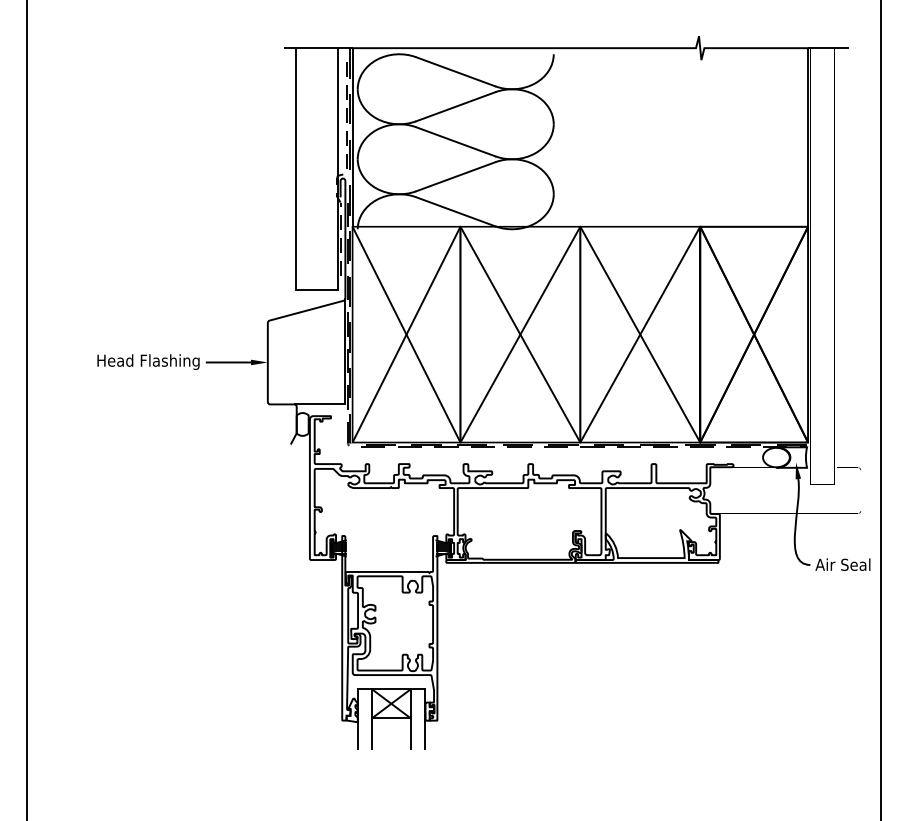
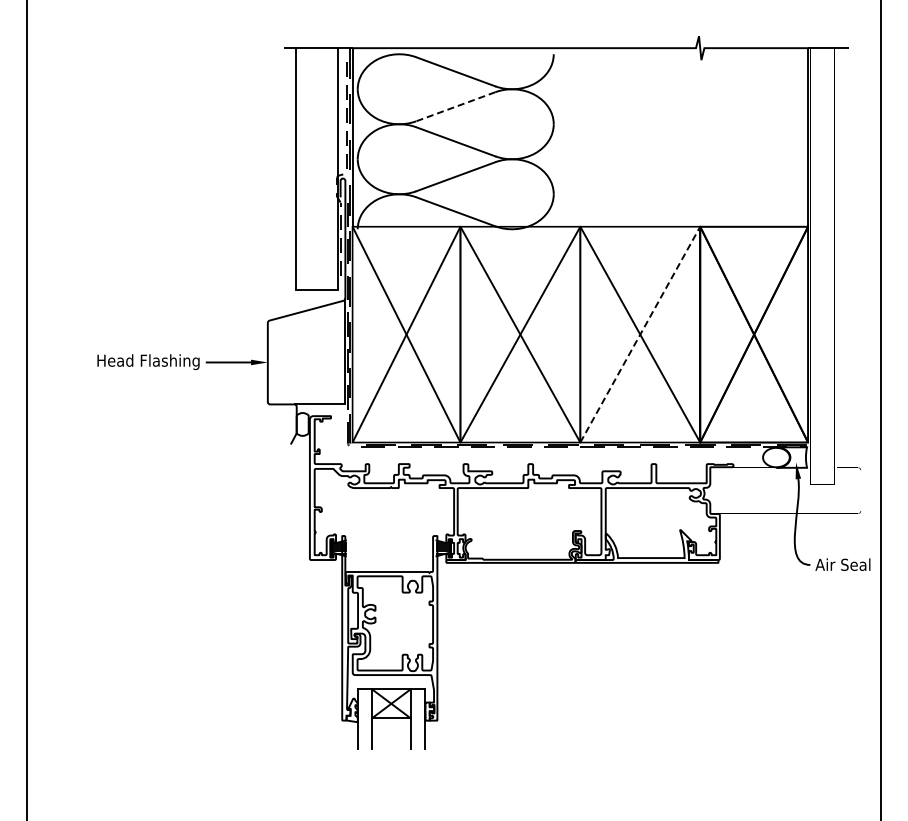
line at (455, 106): solid -> dashed
line at (640, 334): solid -> dashed
